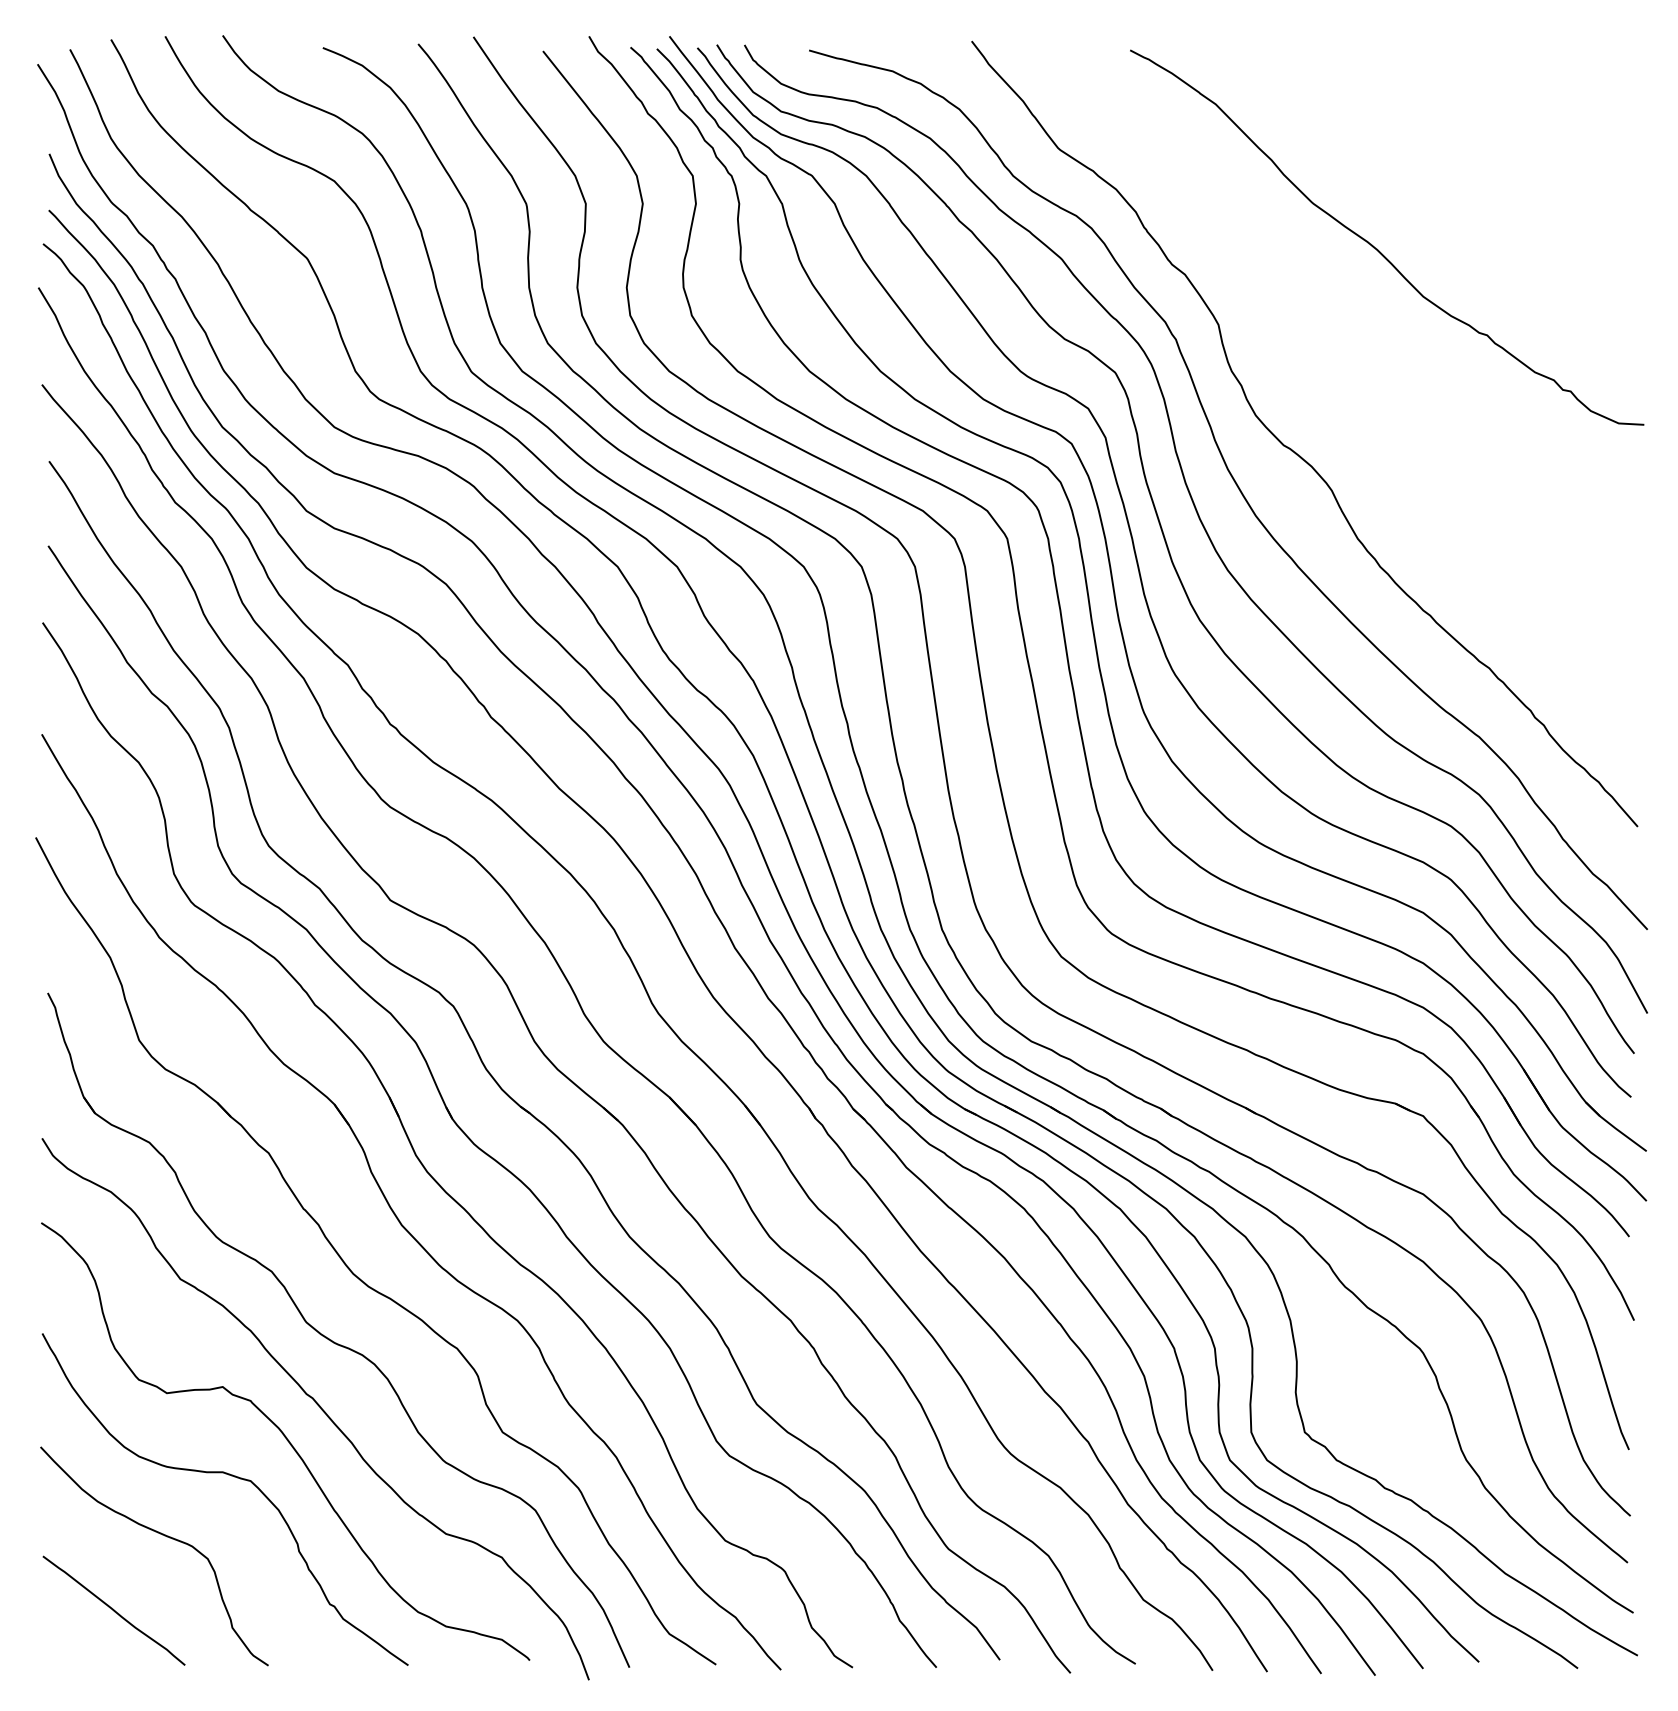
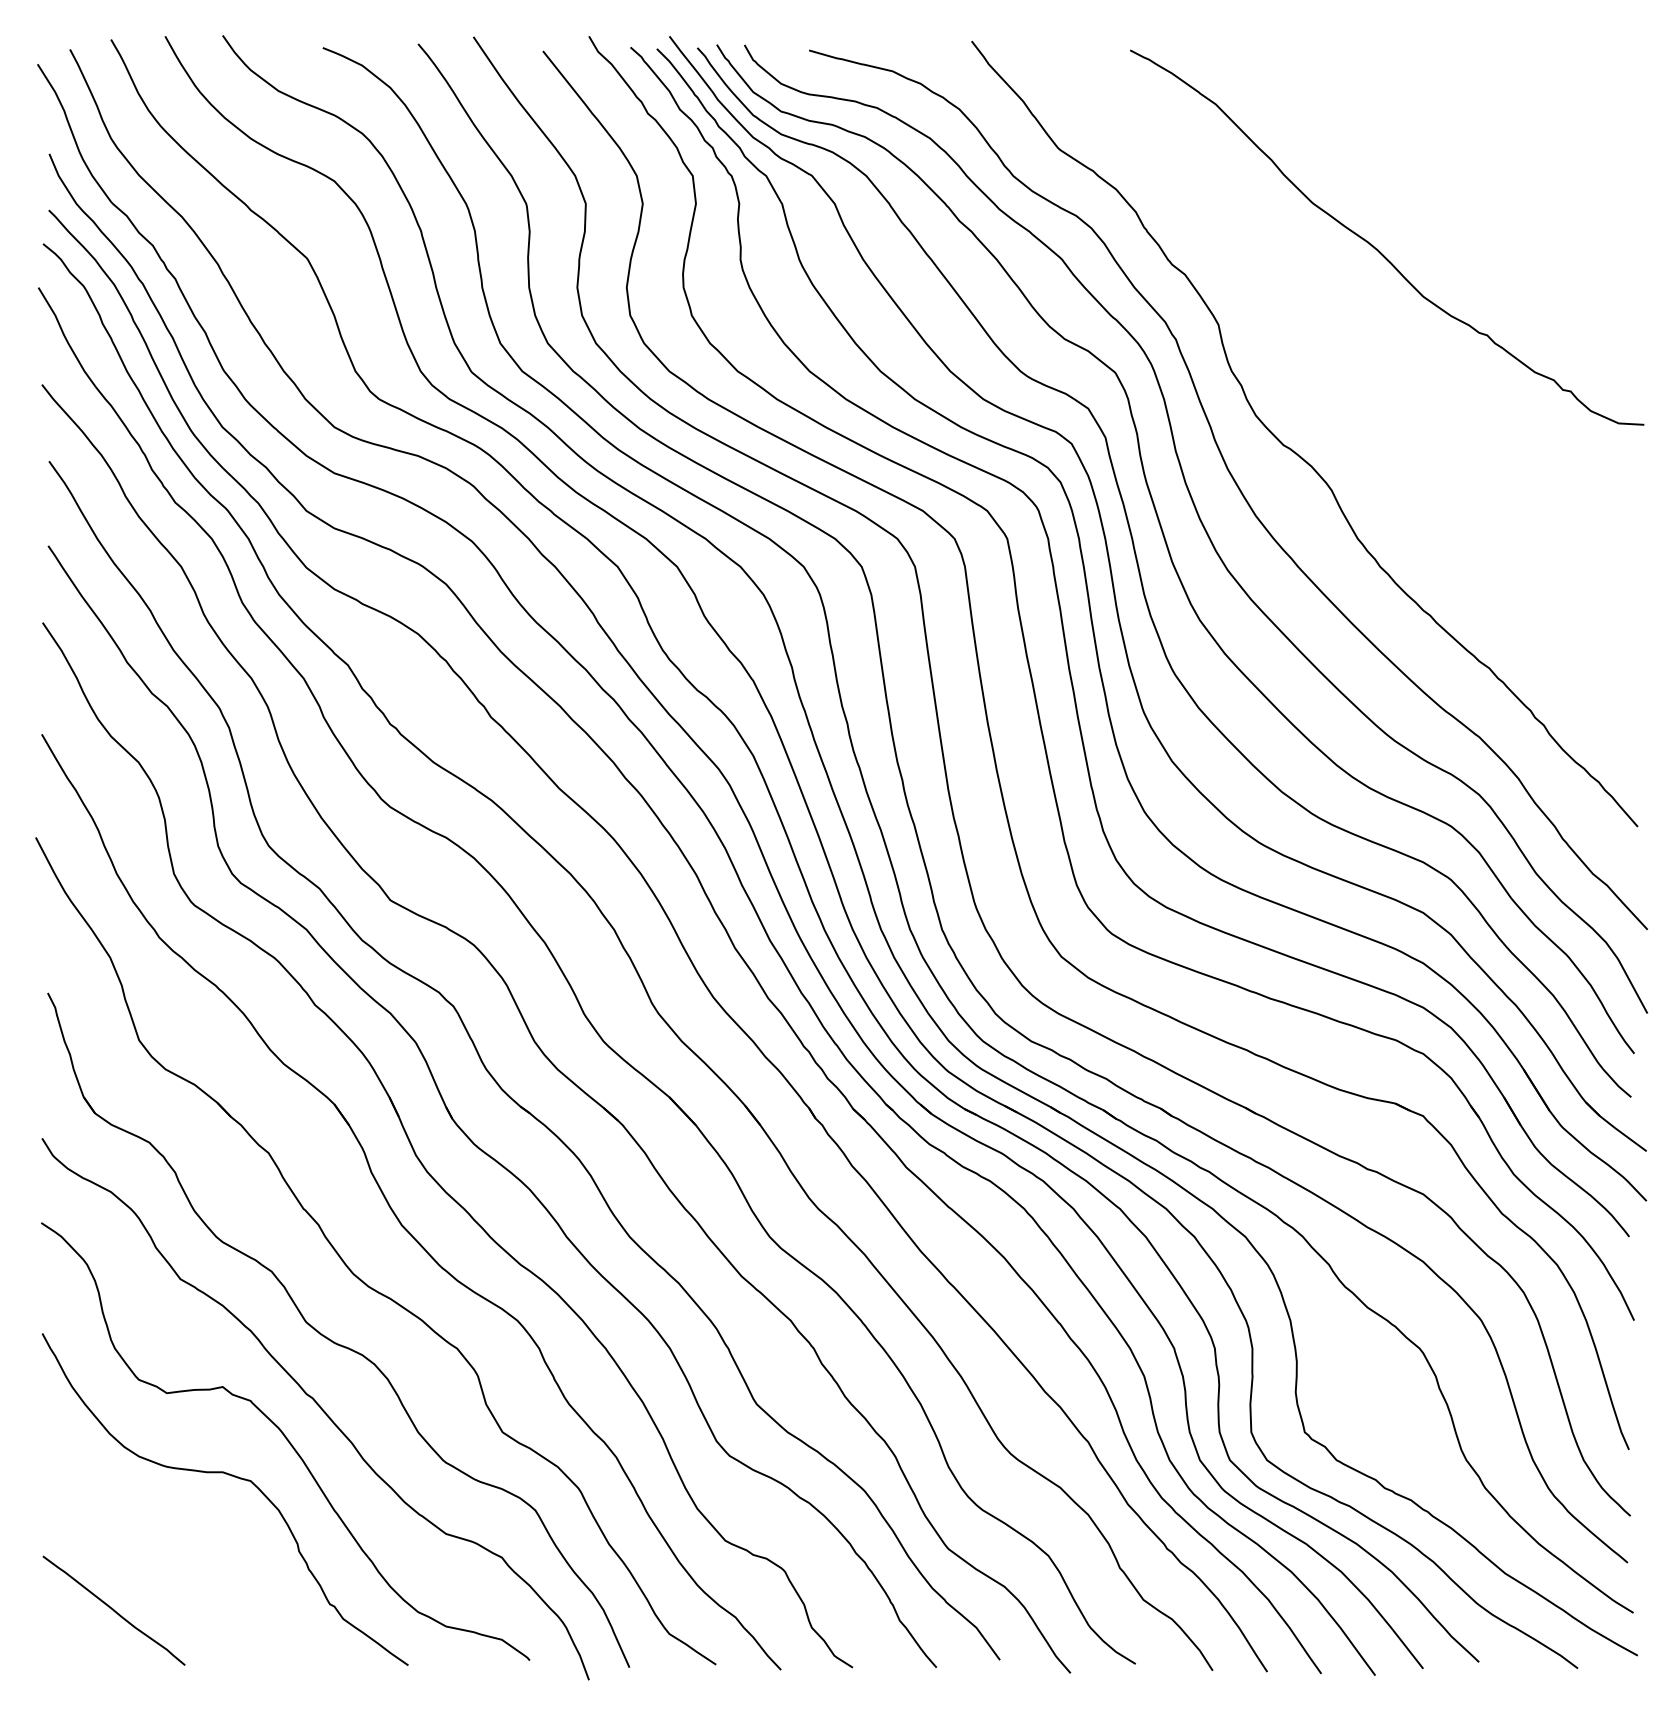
curve at (164, 1536): present -> none
